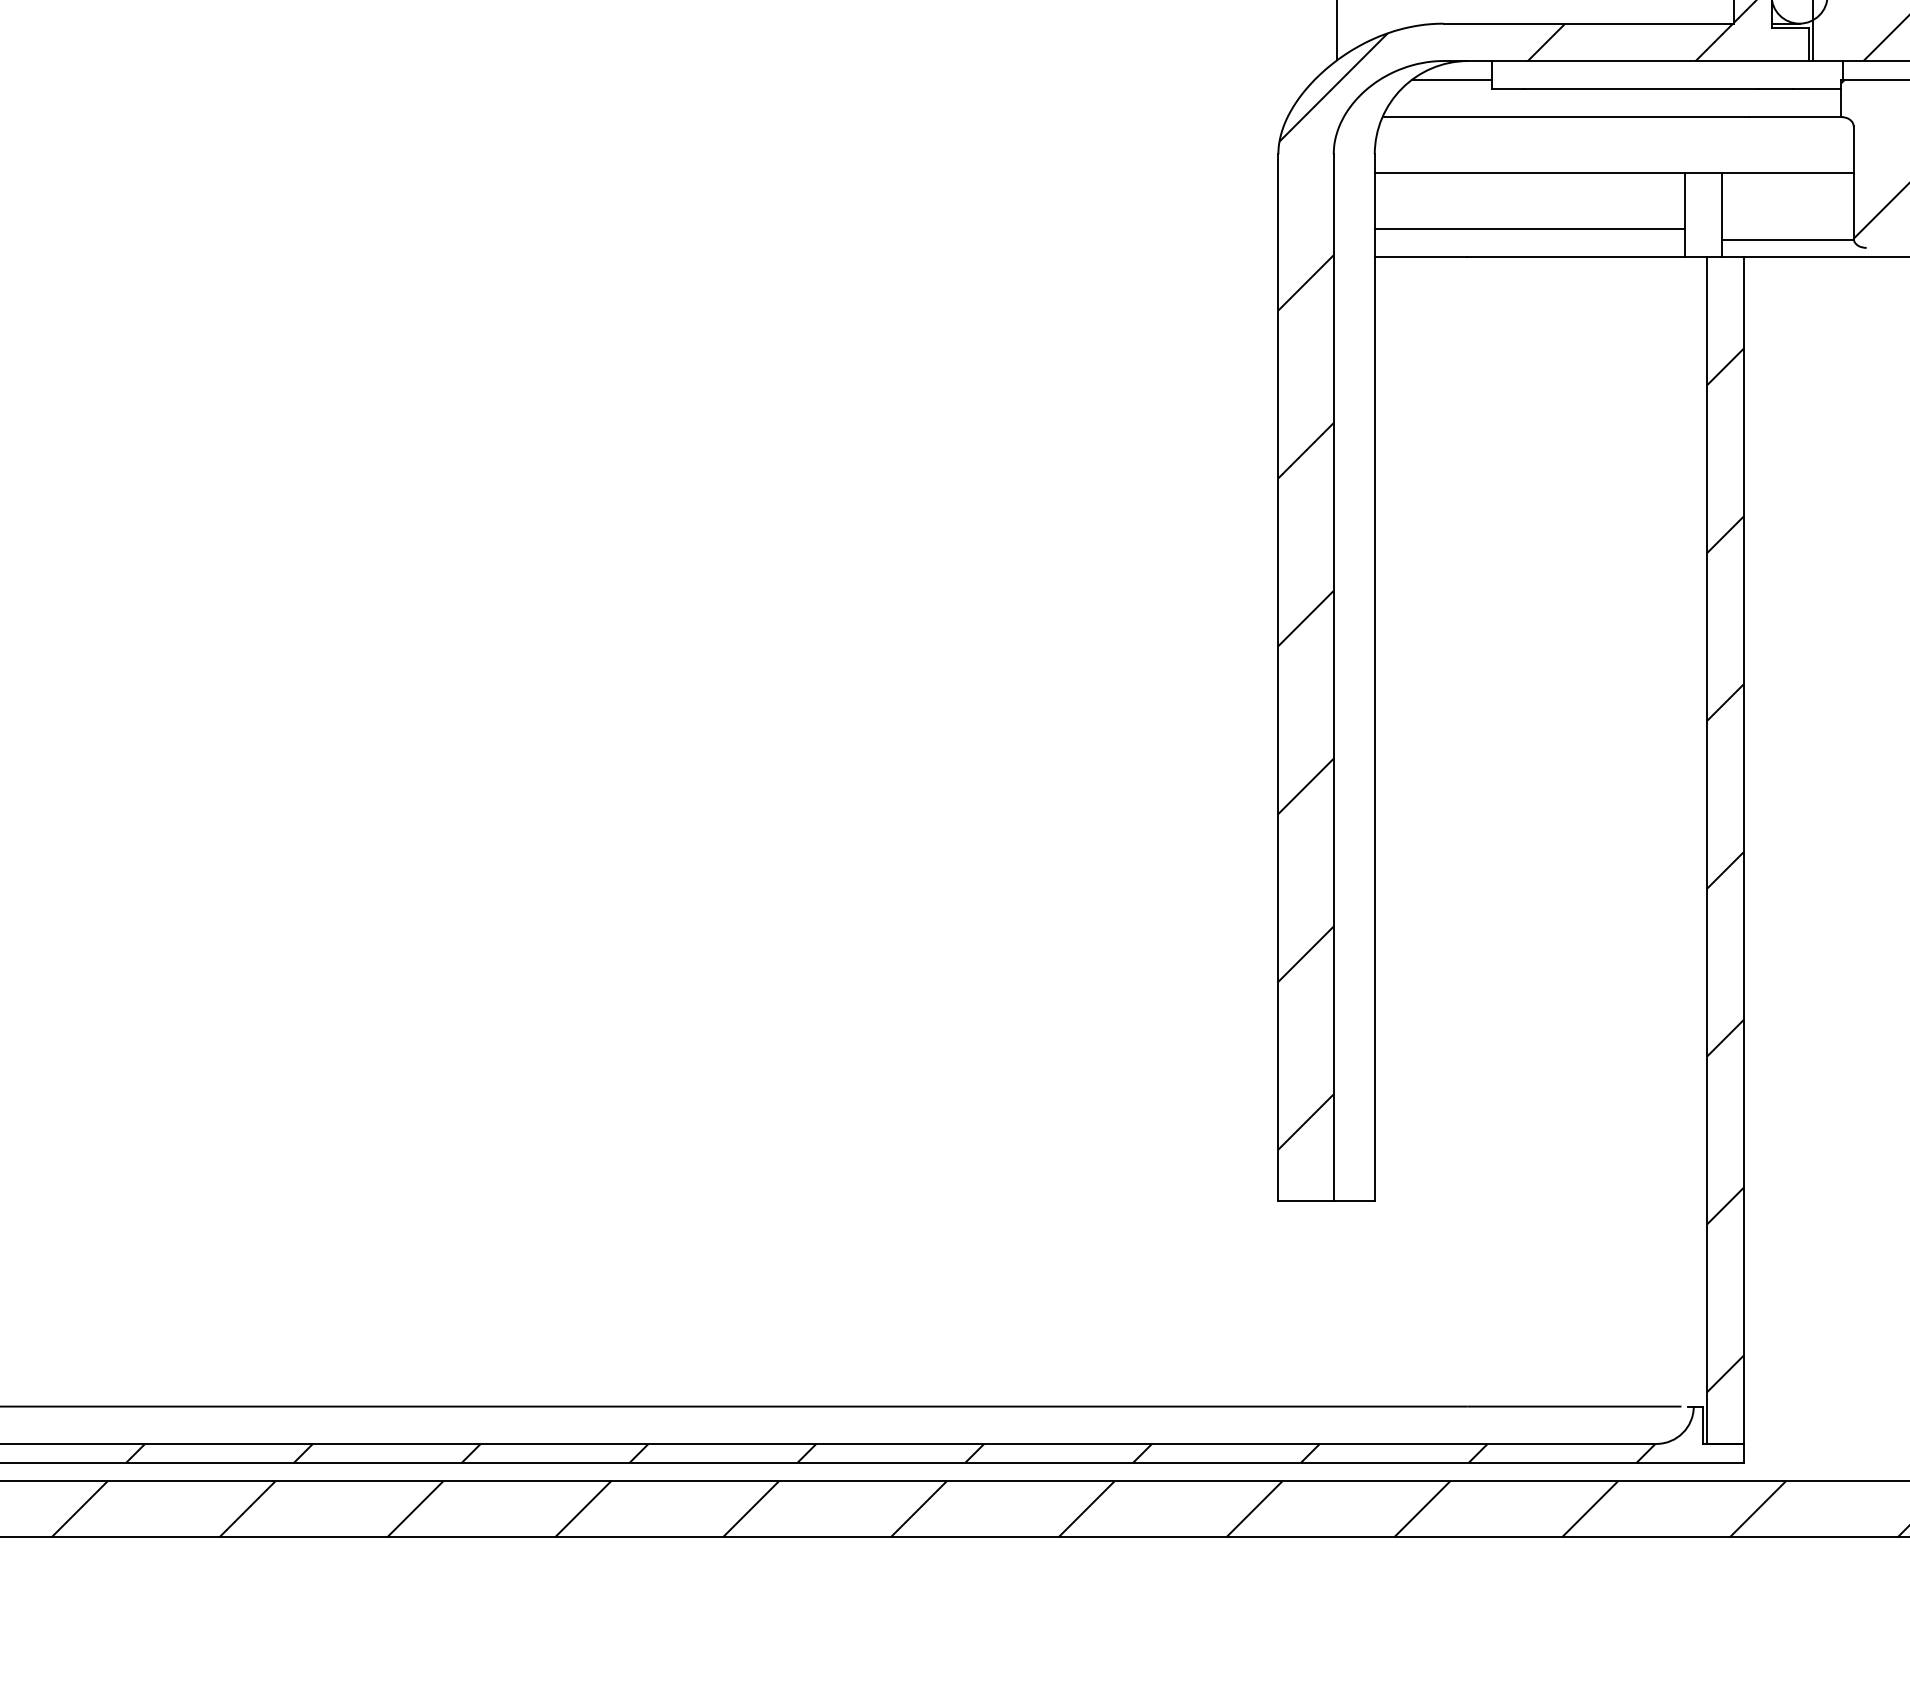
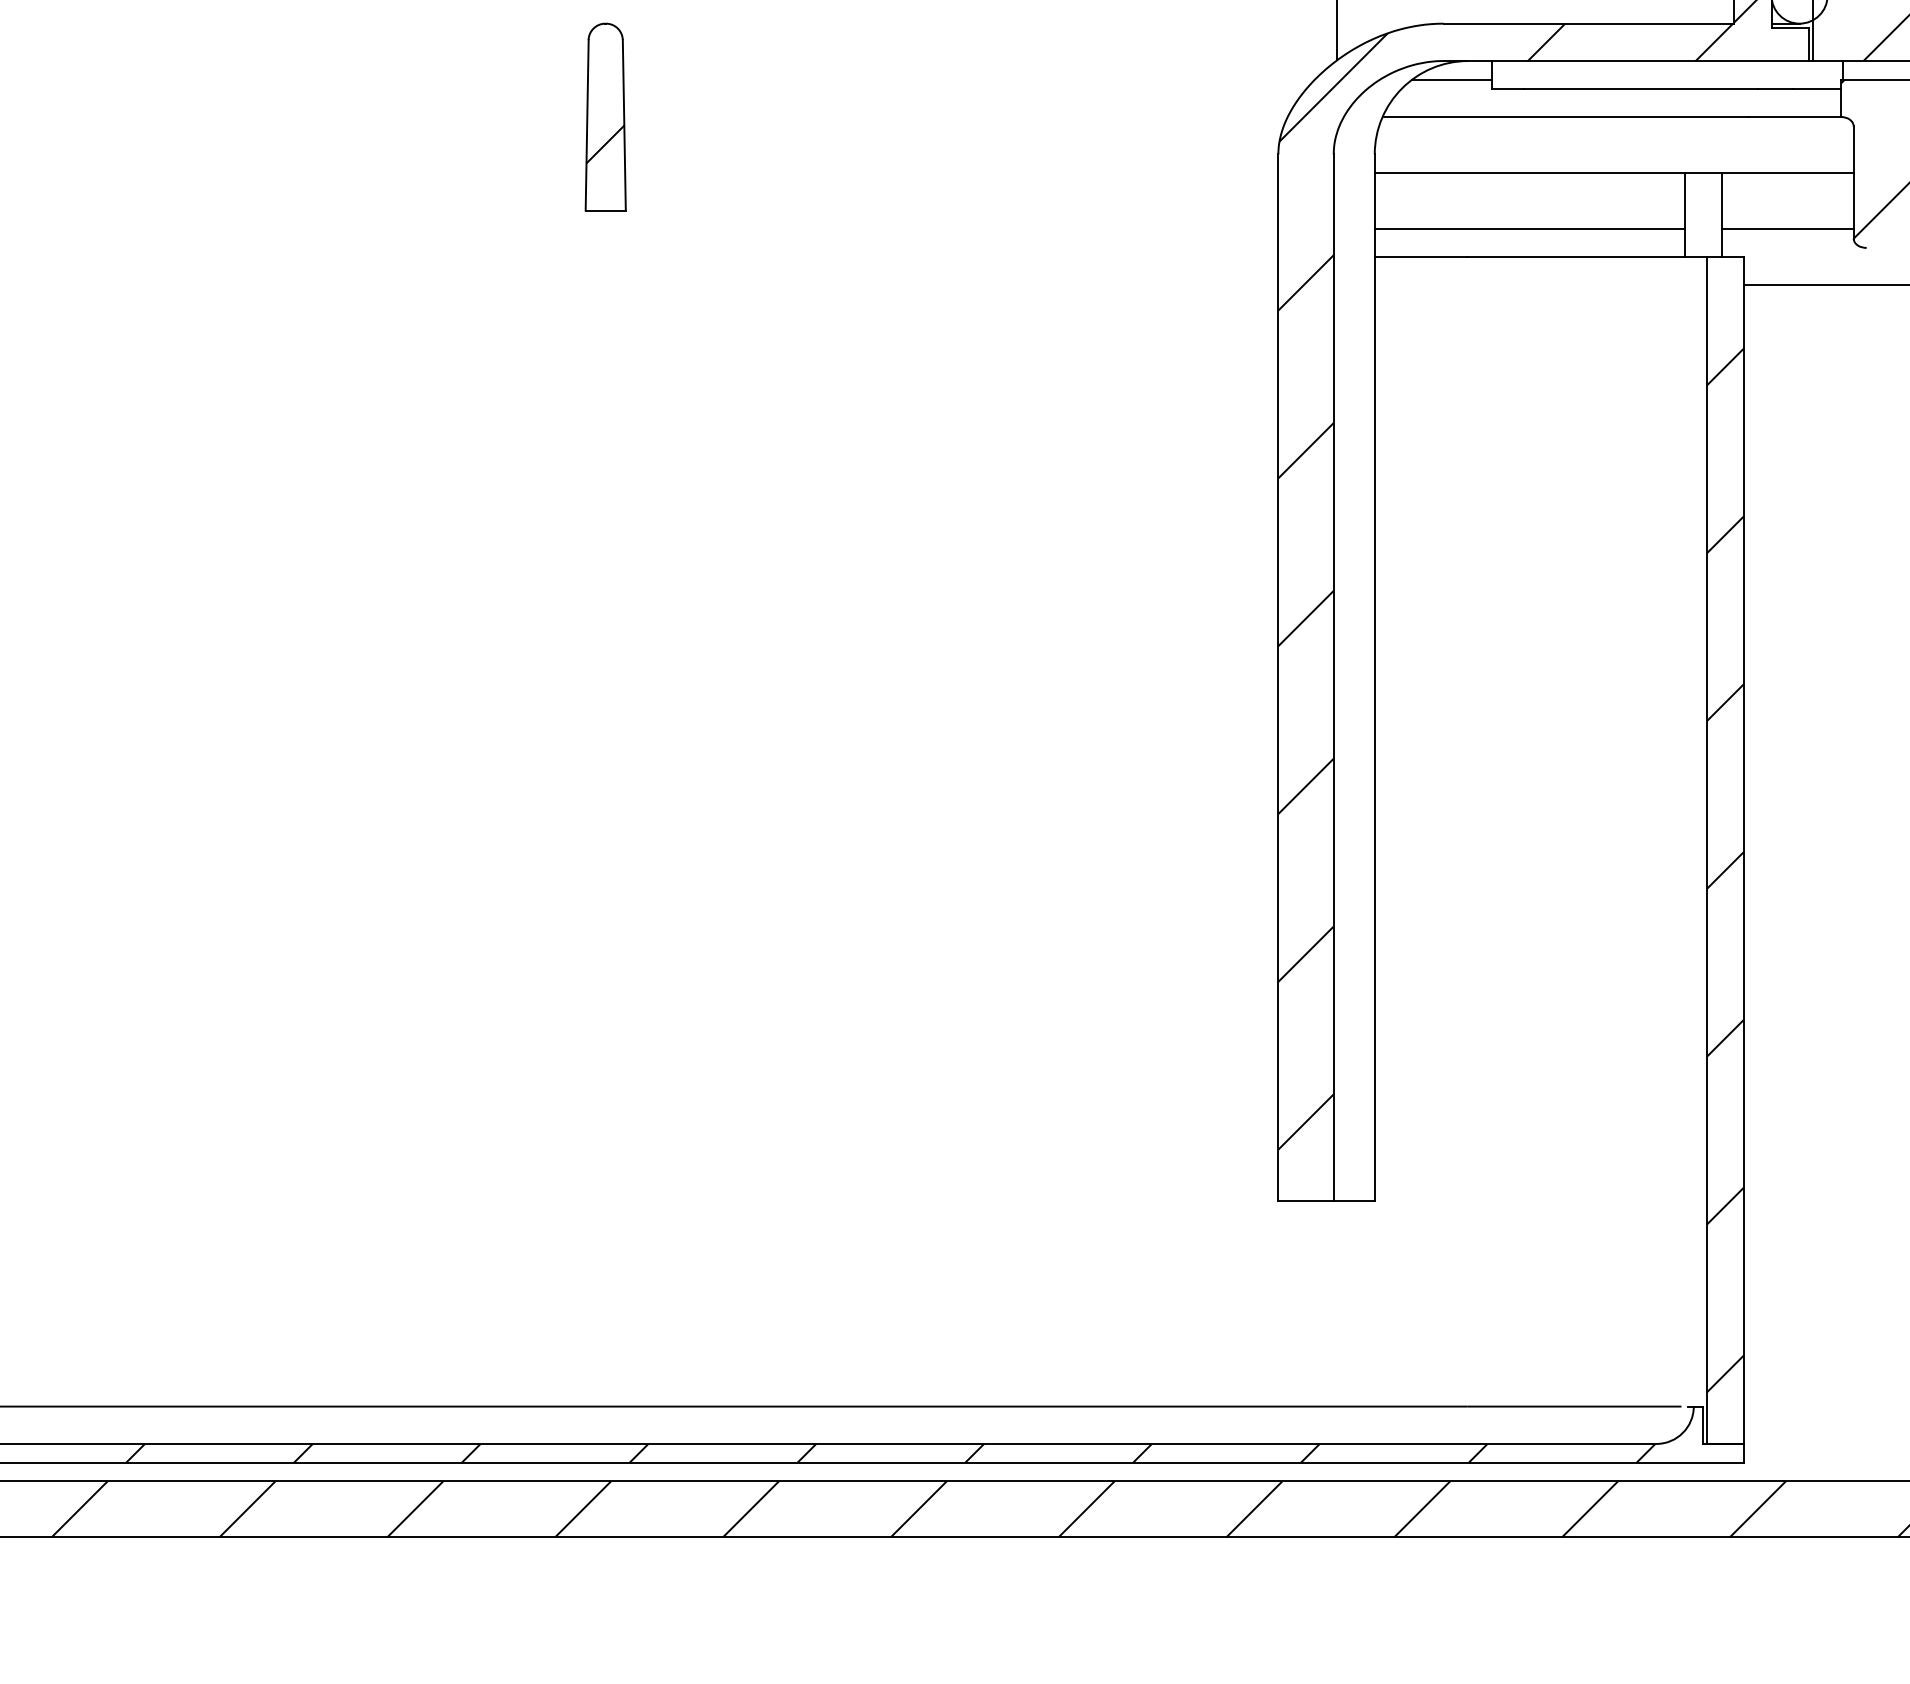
part at (605, 116): none -> present
line at (1787, 240) position: (1787, 240) -> (1787, 229)
line at (1825, 257) position: (1825, 257) -> (1825, 285)
